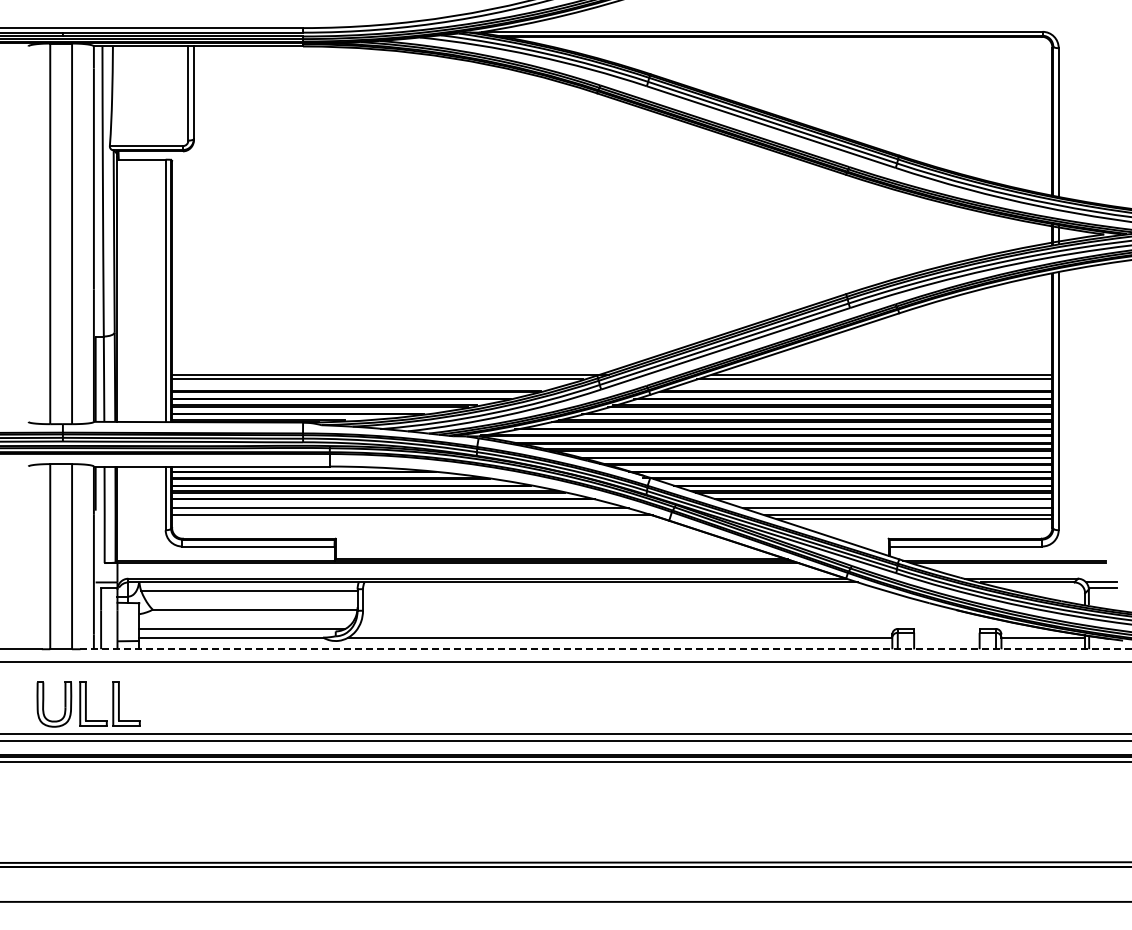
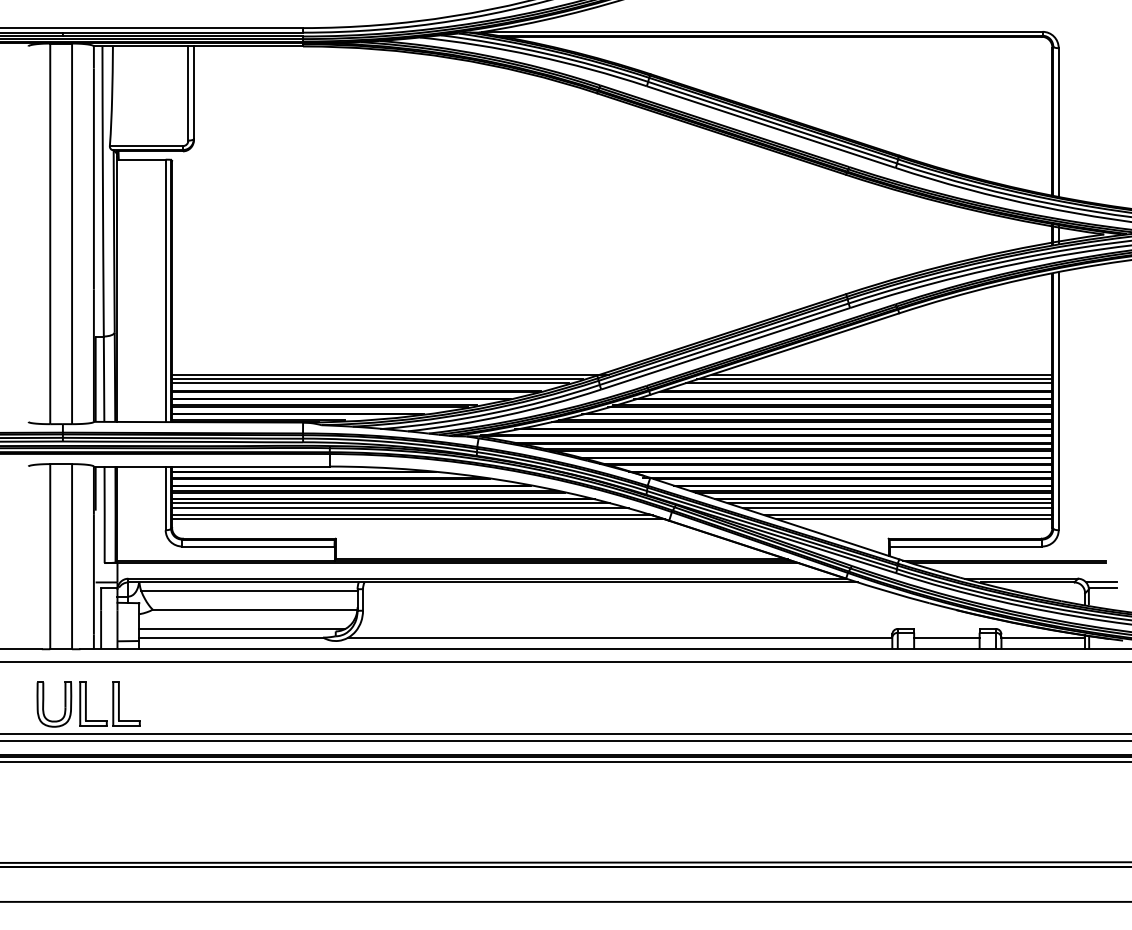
line at (370, 383): none -> present
line at (868, 383): none -> present
line at (391, 503): none -> present
line at (889, 503): none -> present
line at (418, 519): none -> present
line at (946, 637): none -> present
line at (606, 649): dashed -> solid
